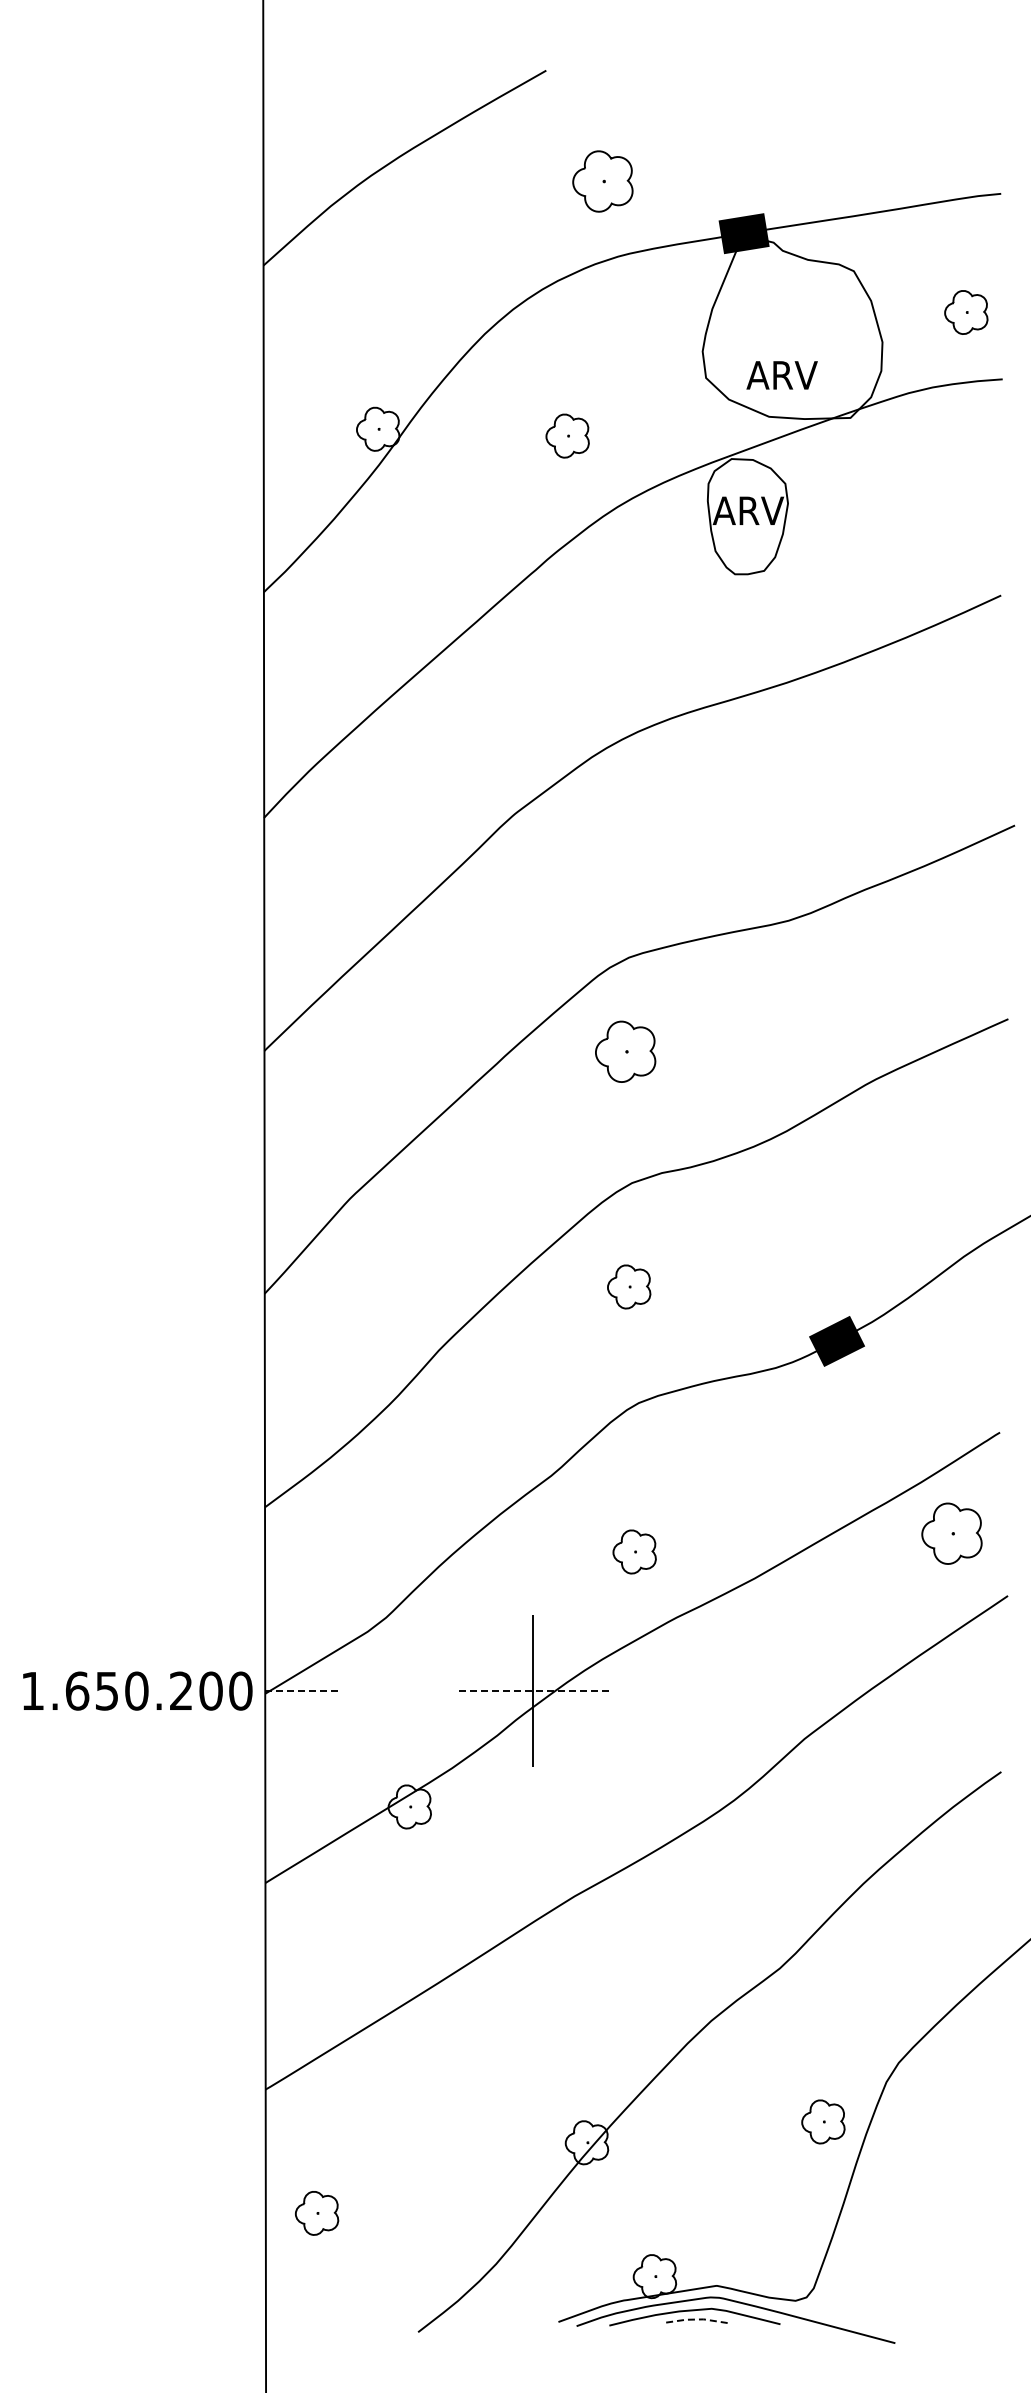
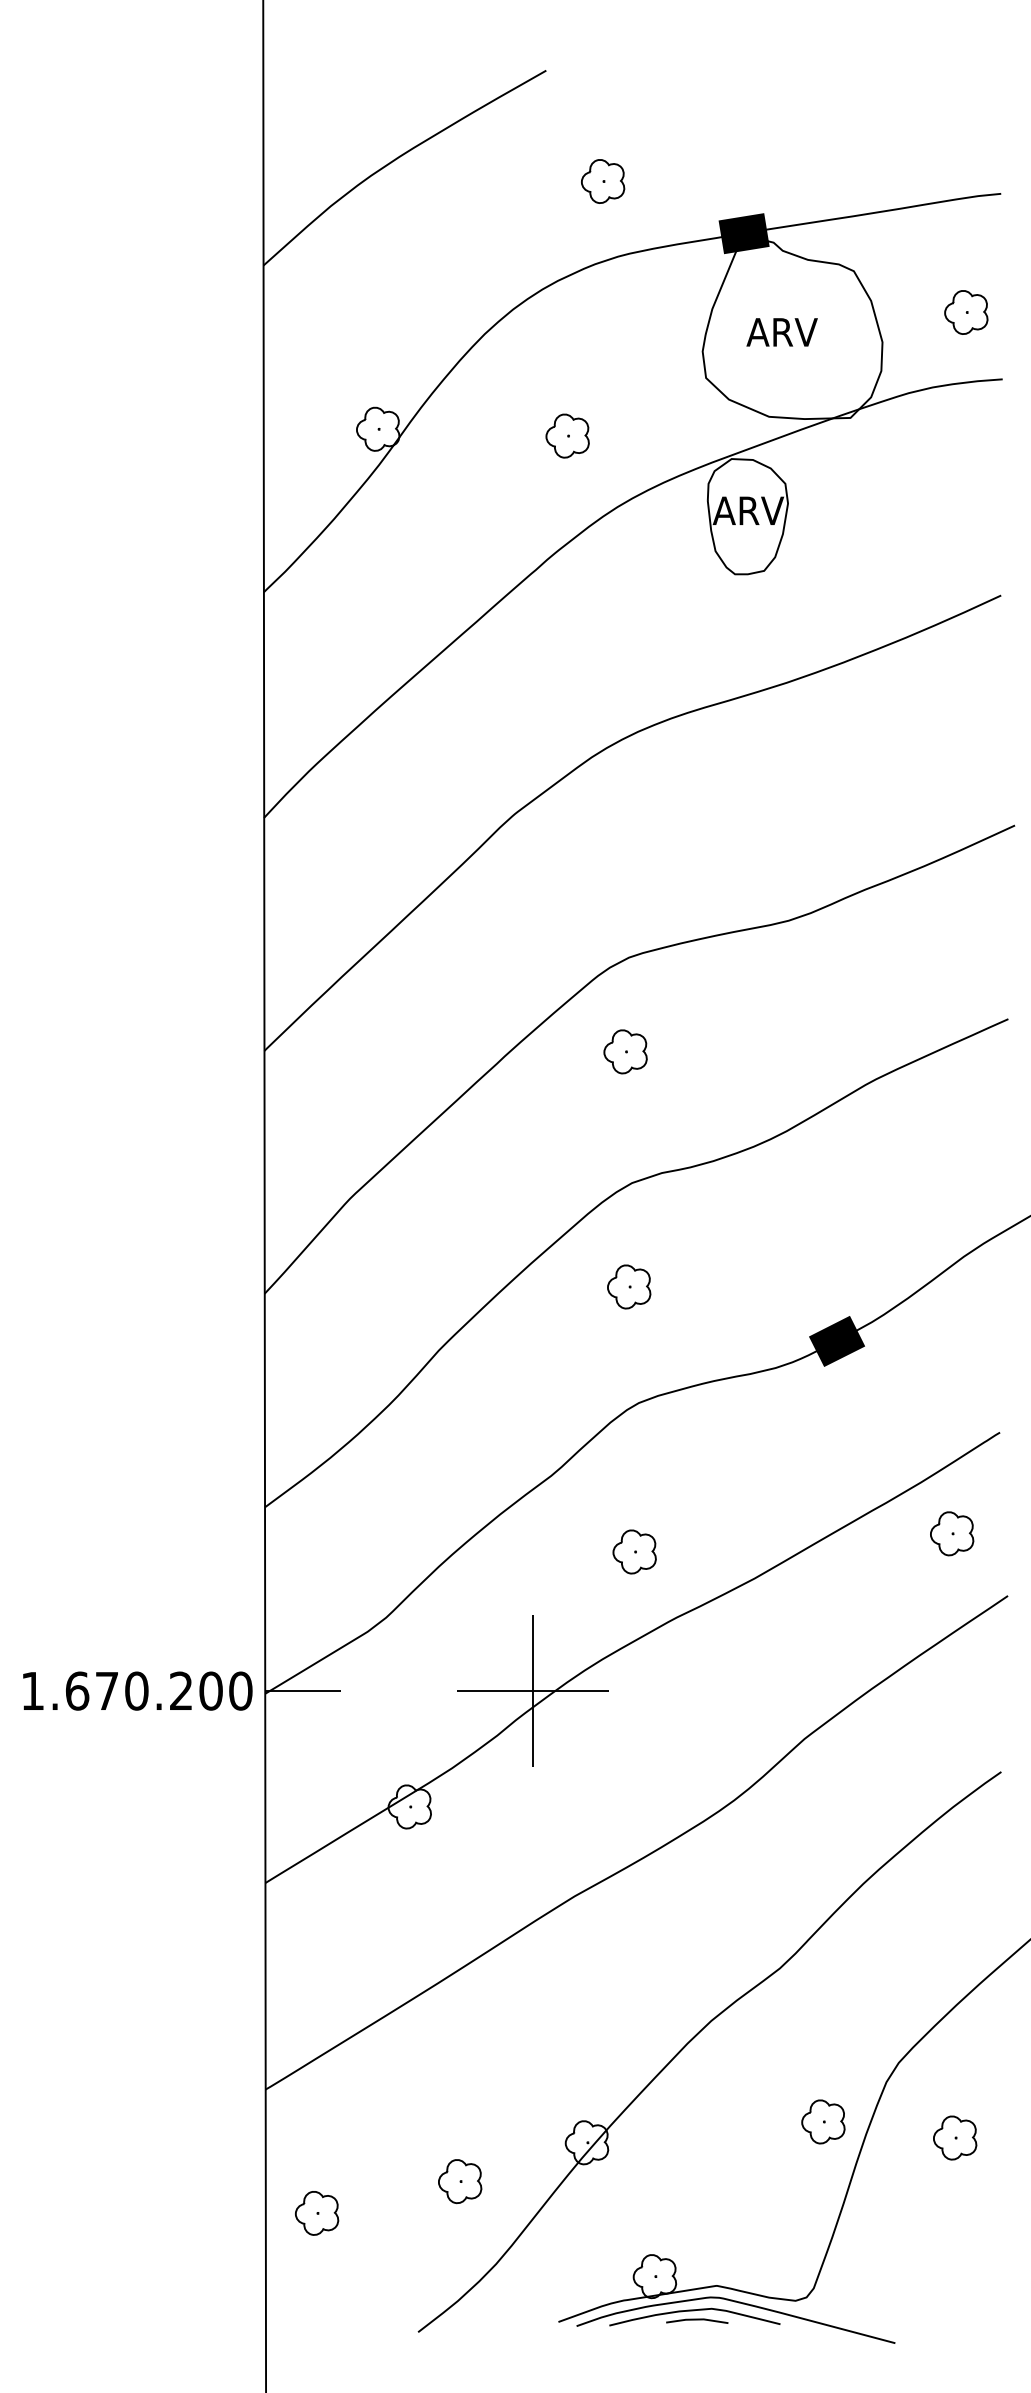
part at (602, 181) size: 62x63 px -> 45x45 px
text at (781, 375) position: (781, 375) -> (781, 332)
part at (625, 1051) size: 62x63 px -> 45x46 px
part at (951, 1533) size: 62x63 px -> 45x46 px
text at (106, 1691): 1.650.200 -> 1.670.200
line at (303, 1691): dashed -> solid
line at (533, 1691): dashed -> solid
part at (955, 2137): none -> present
part at (460, 2181): none -> present
line at (697, 2319): dashed -> solid
